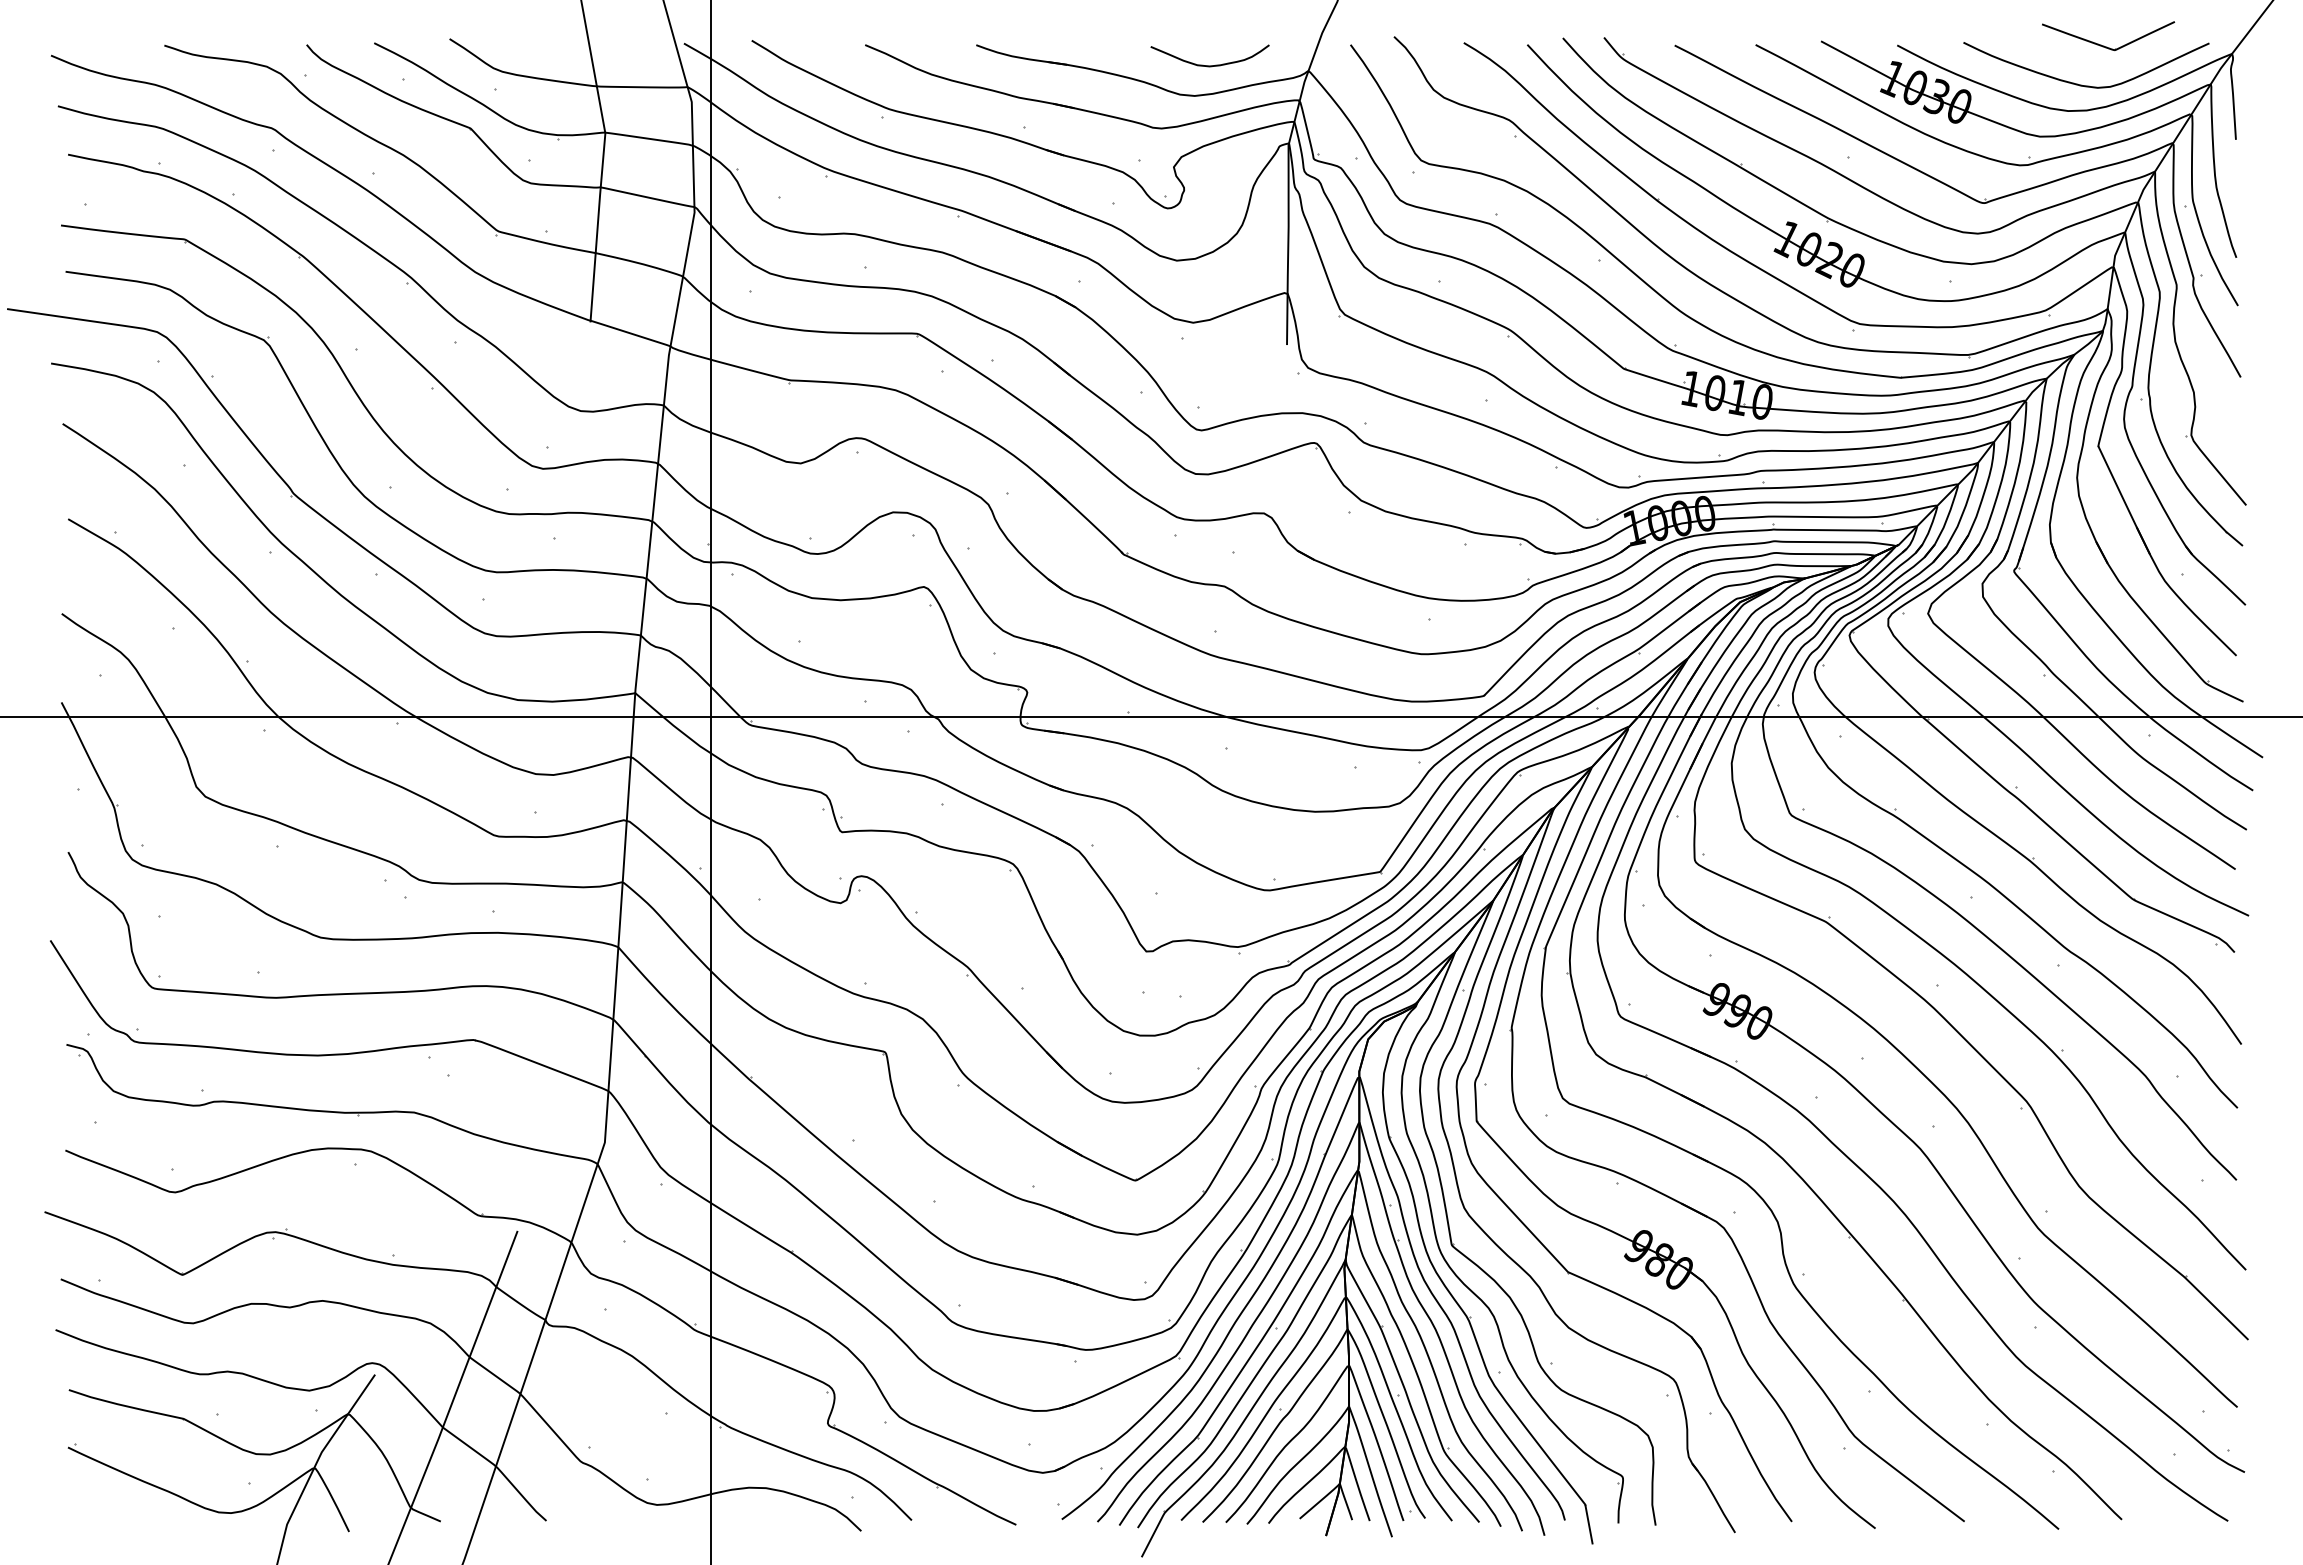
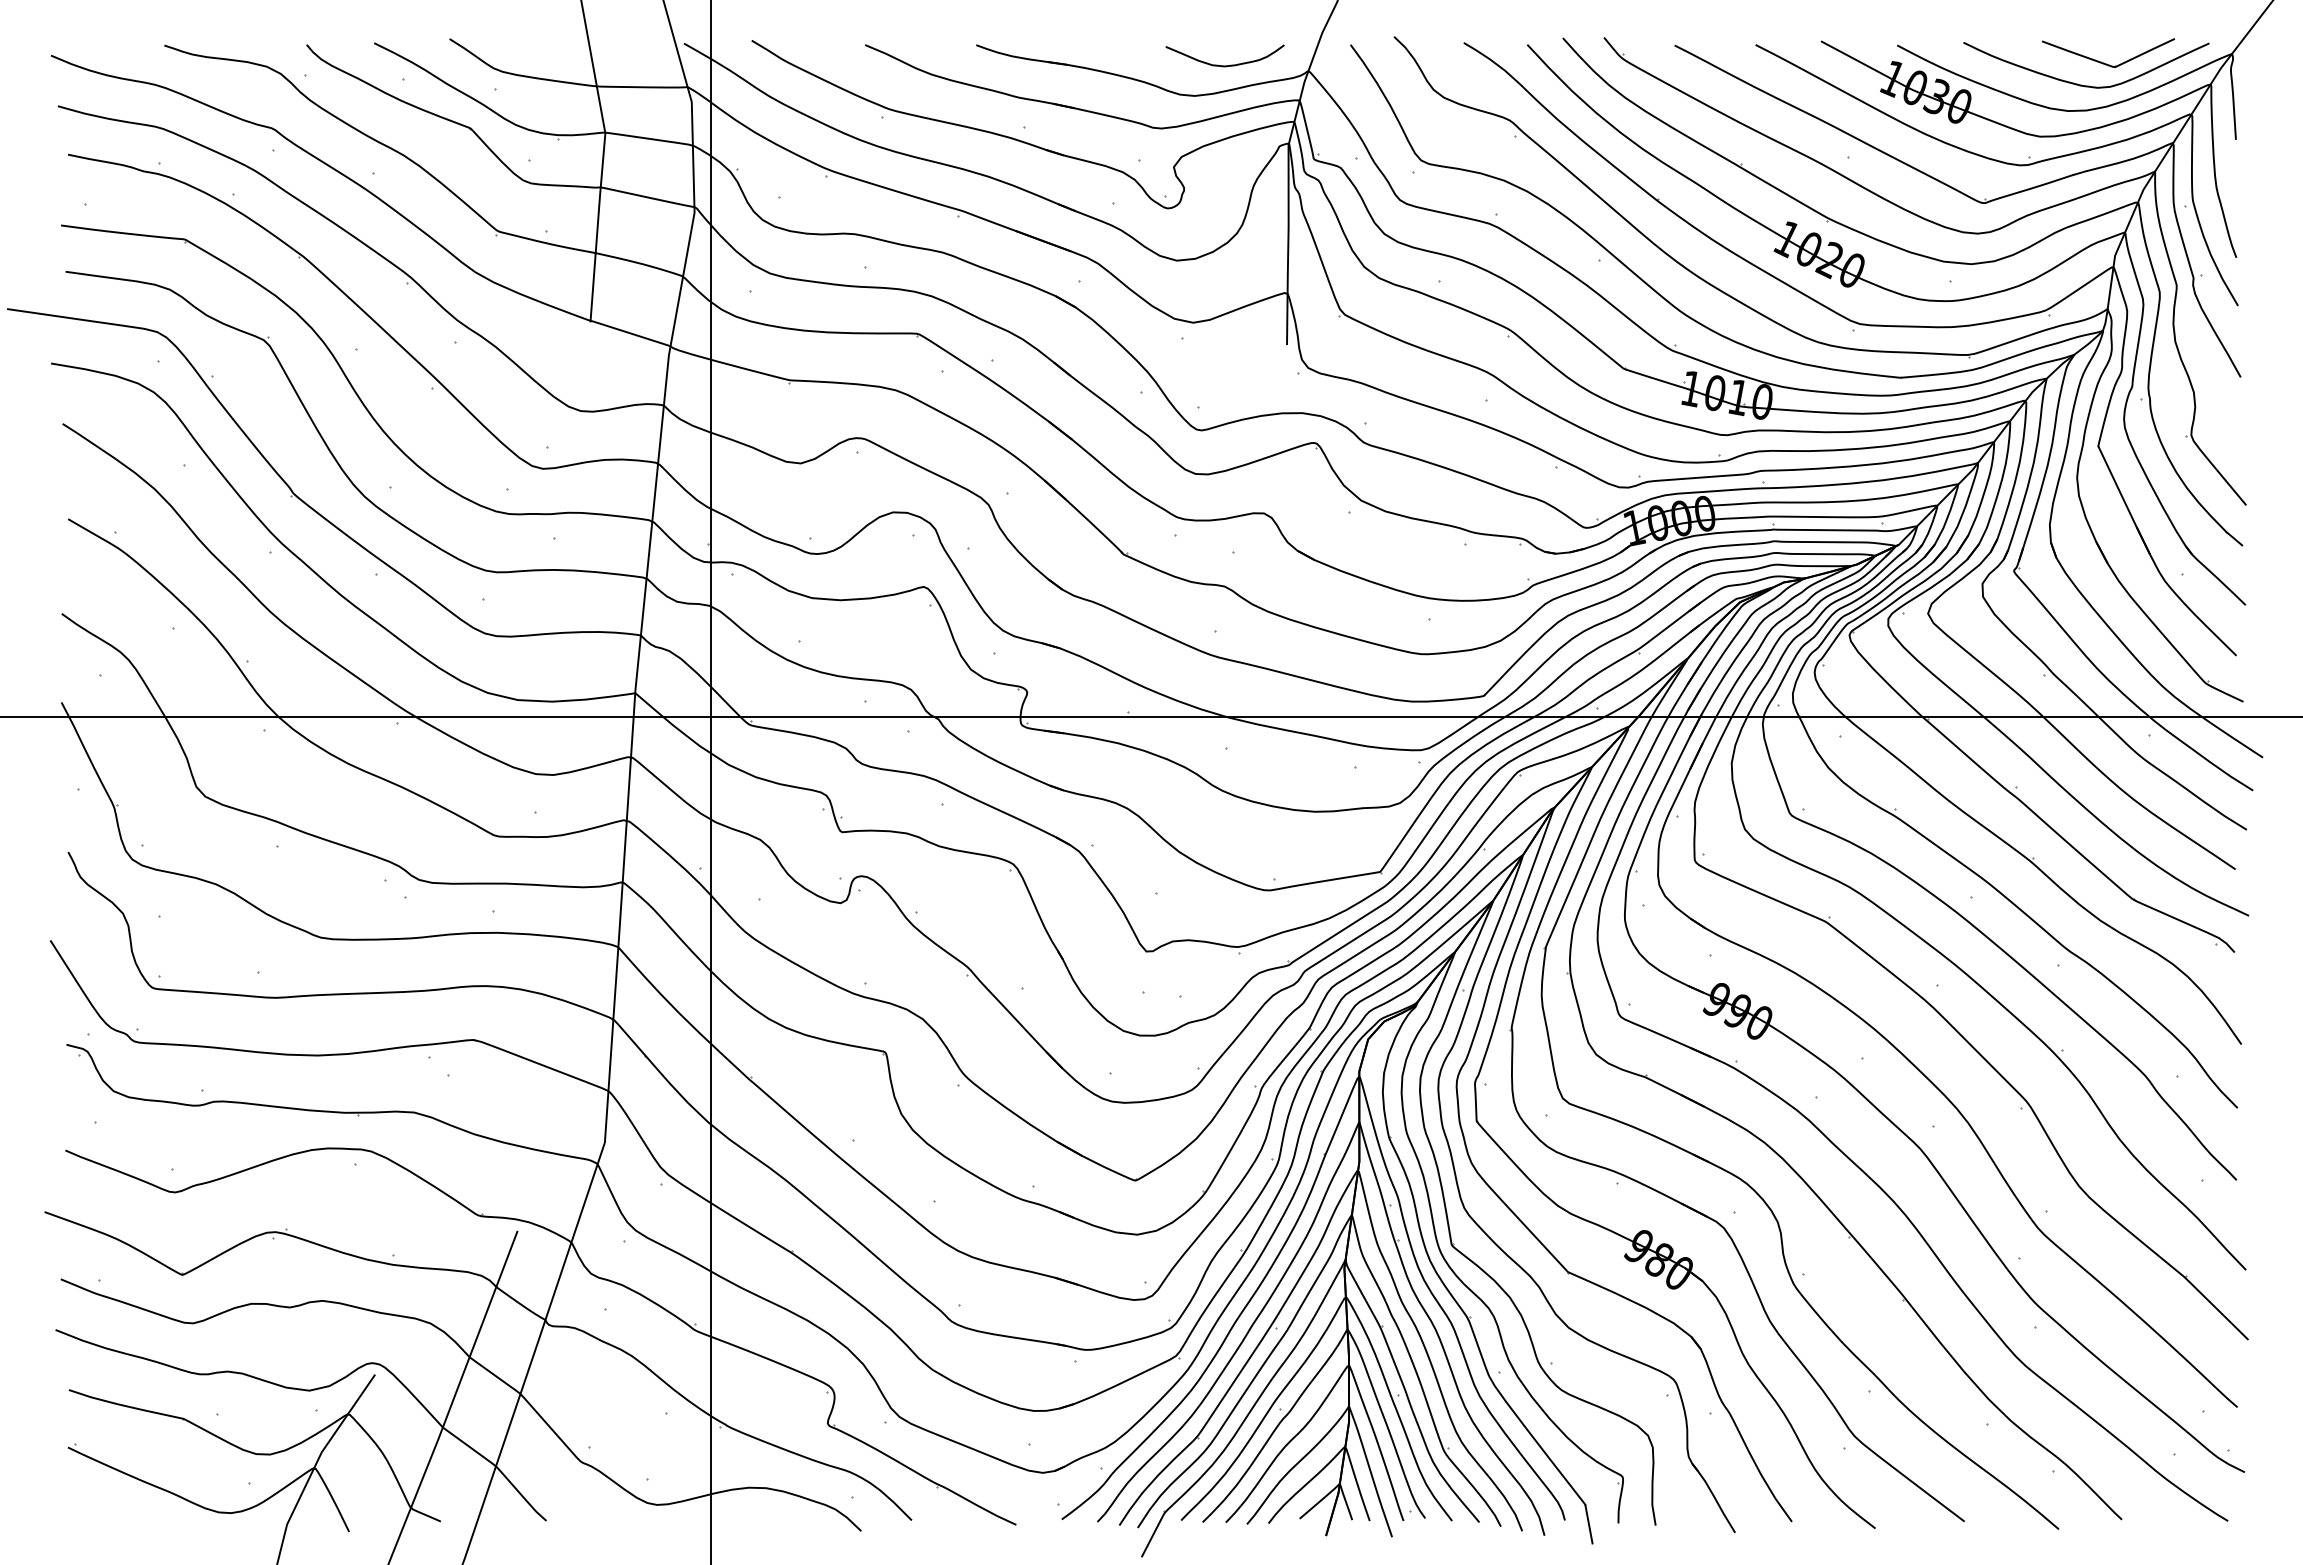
part at (2104, 45) position: (2104, 45) -> (2104, 62)
curve at (1209, 65) position: (1209, 65) -> (1224, 65)
